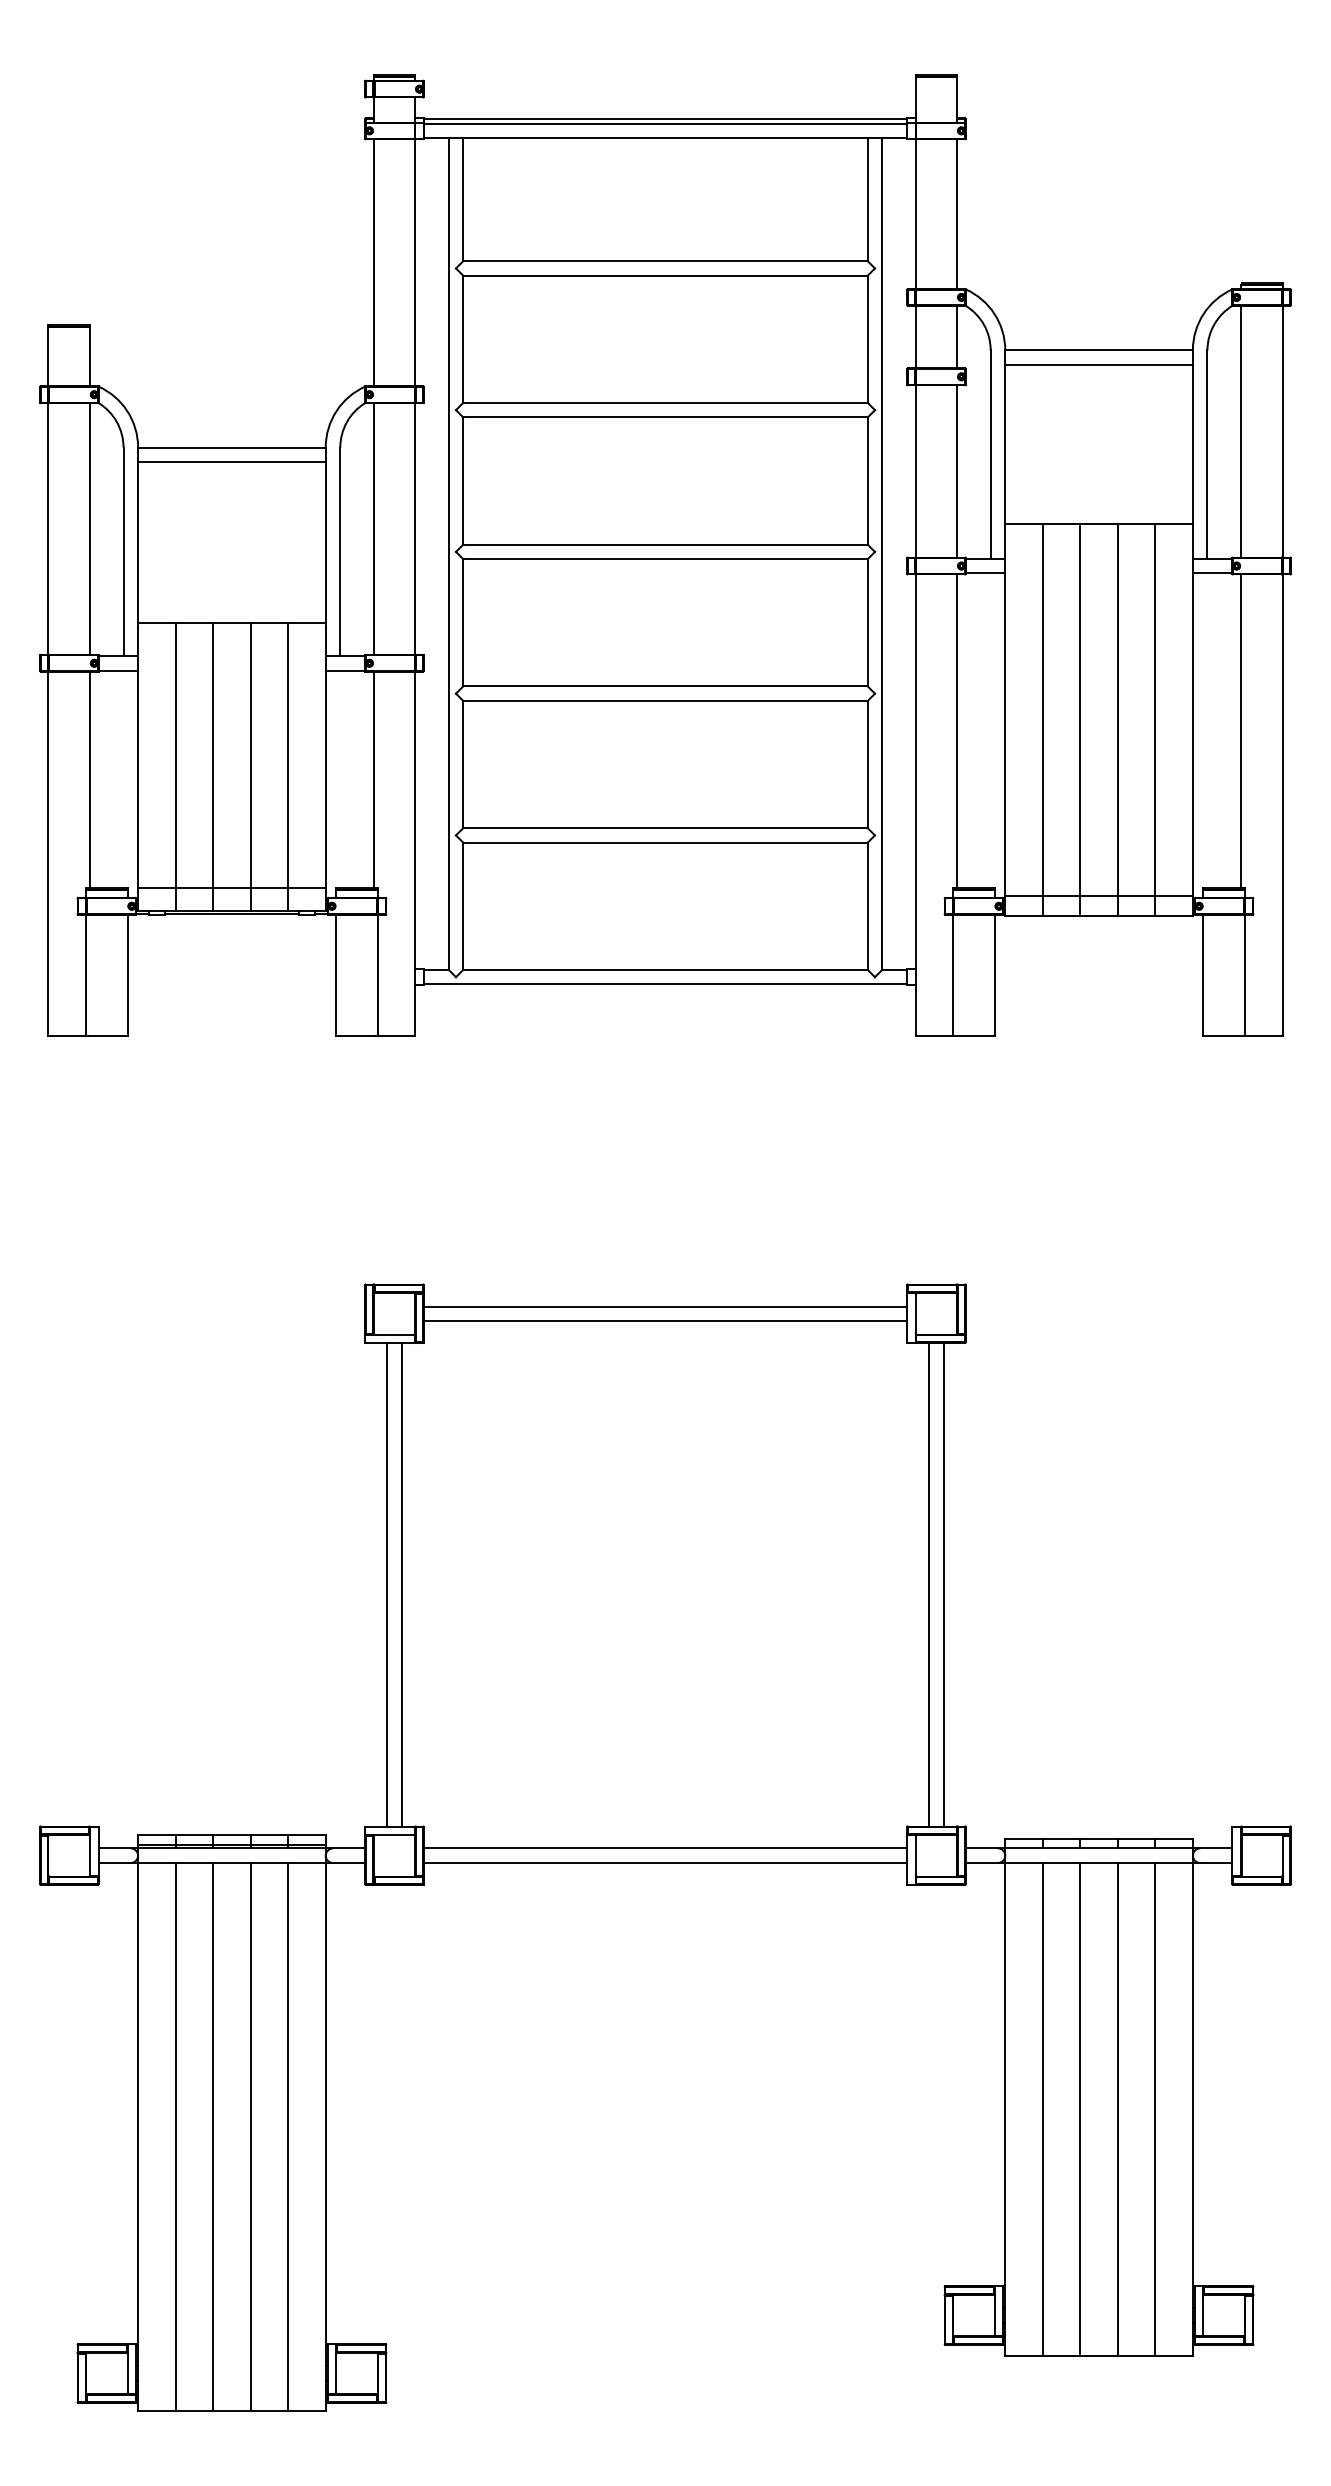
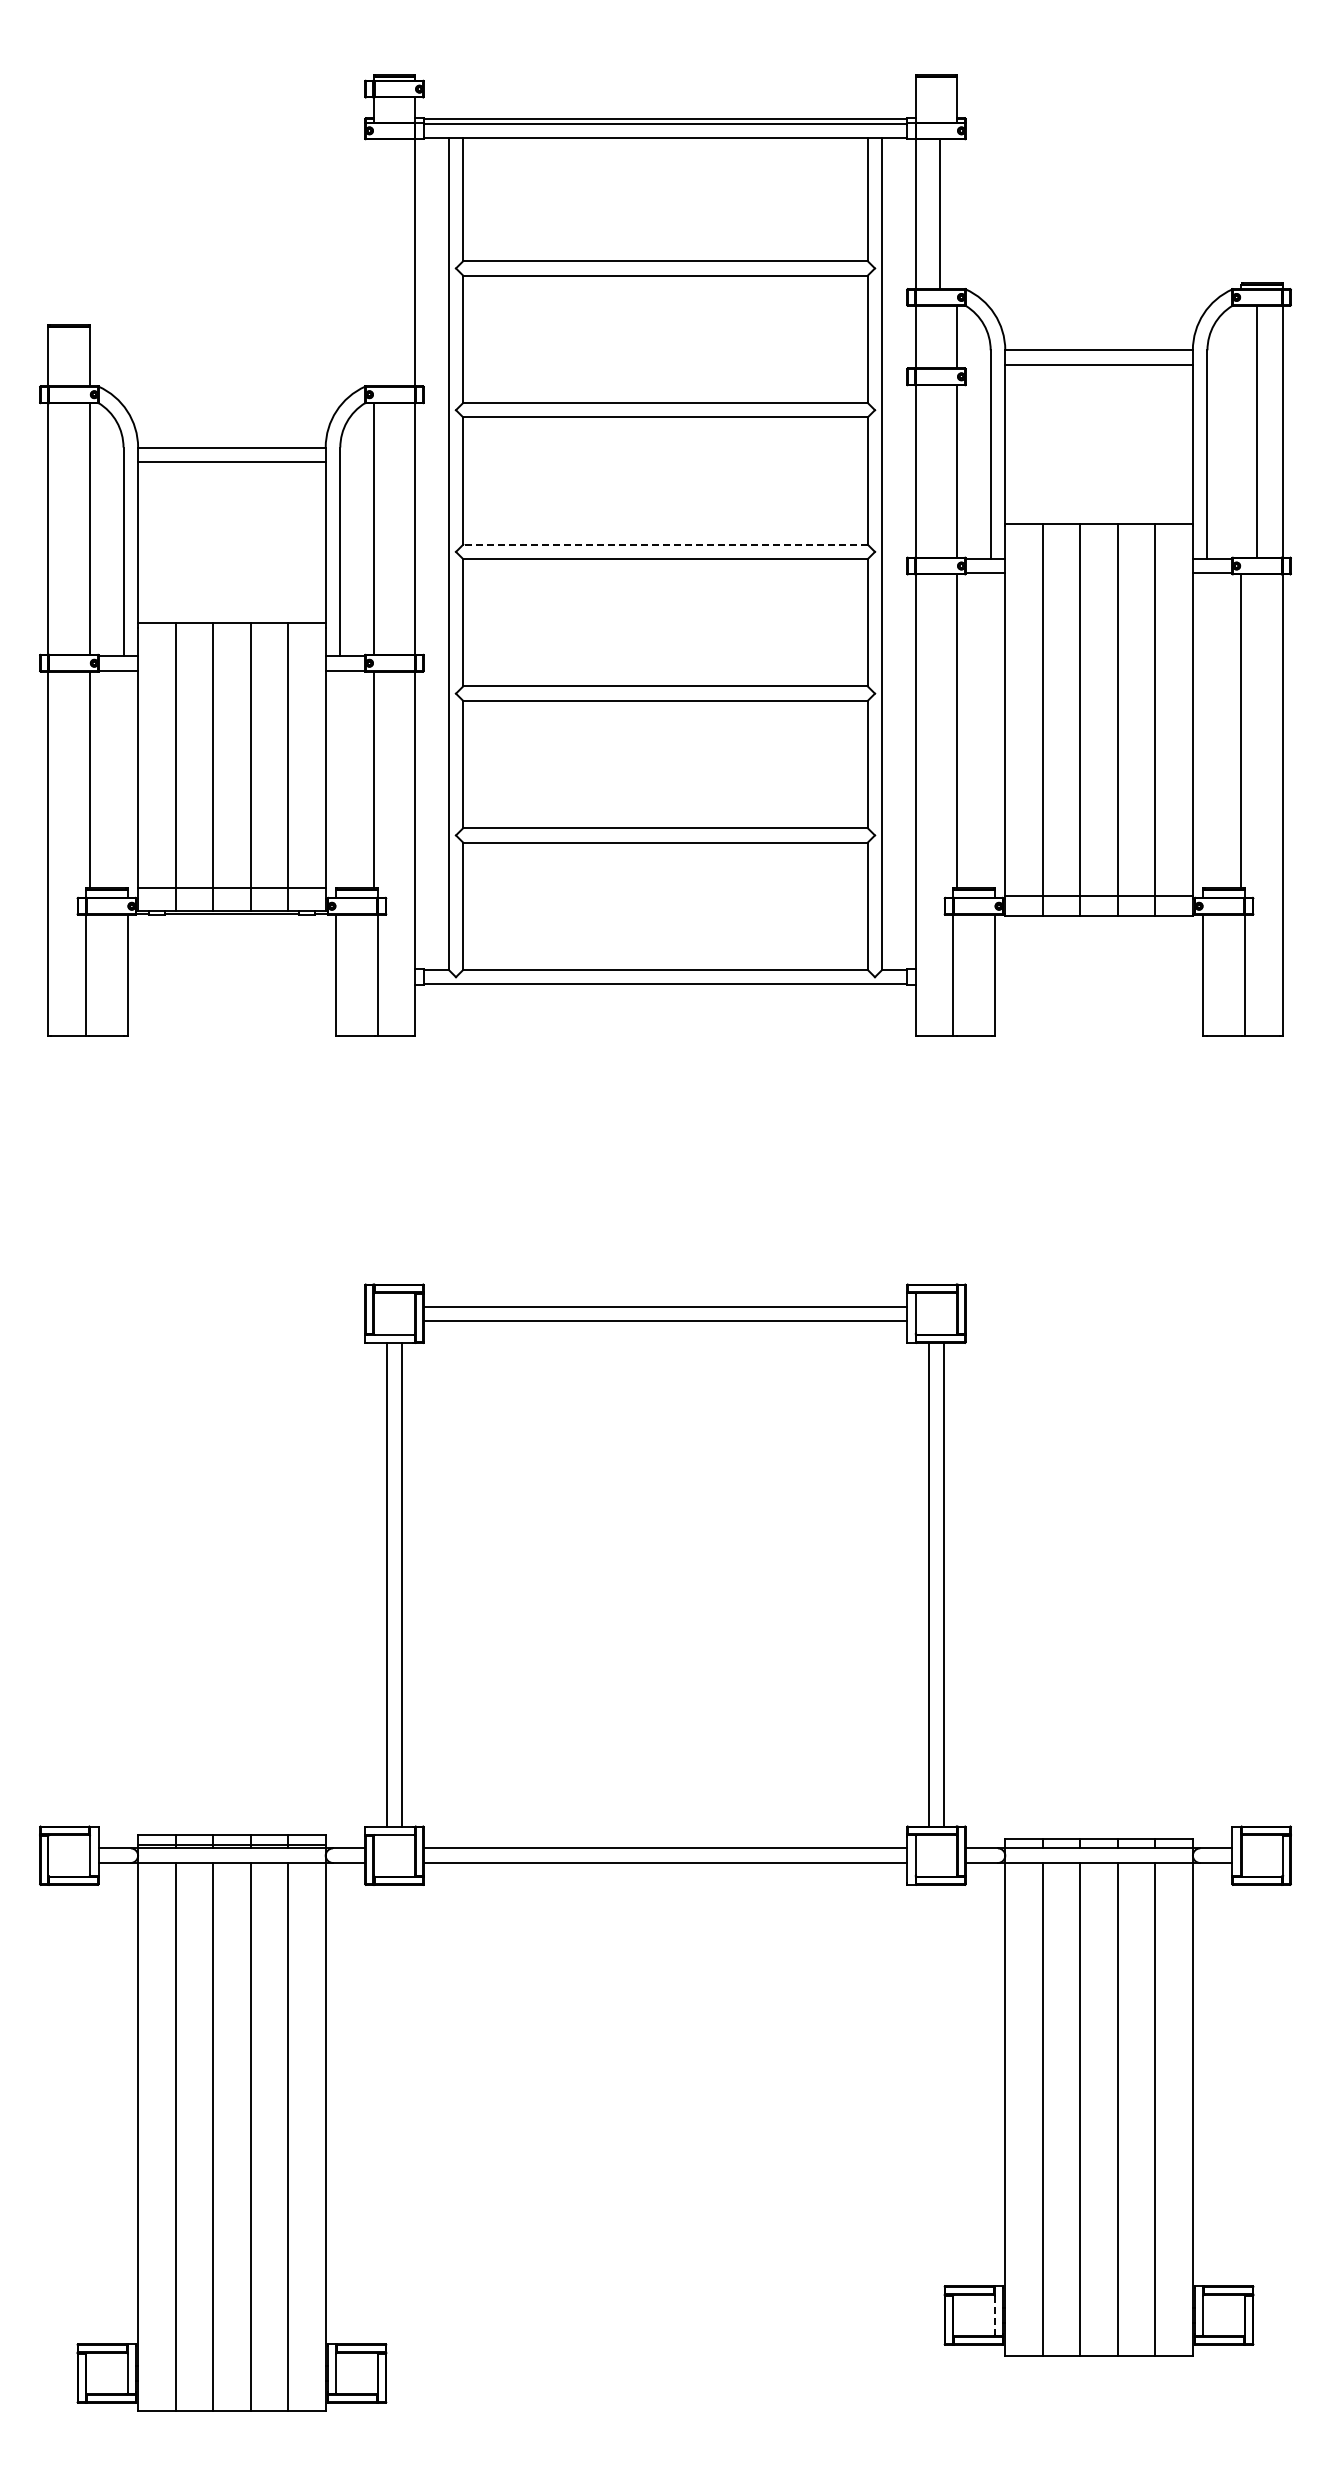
line at (957, 214) position: (957, 214) -> (940, 214)
line at (373, 262): present -> none
line at (1240, 431) position: (1240, 431) -> (1256, 431)
line at (665, 544): solid -> dashed
line at (994, 2315): solid -> dashed
